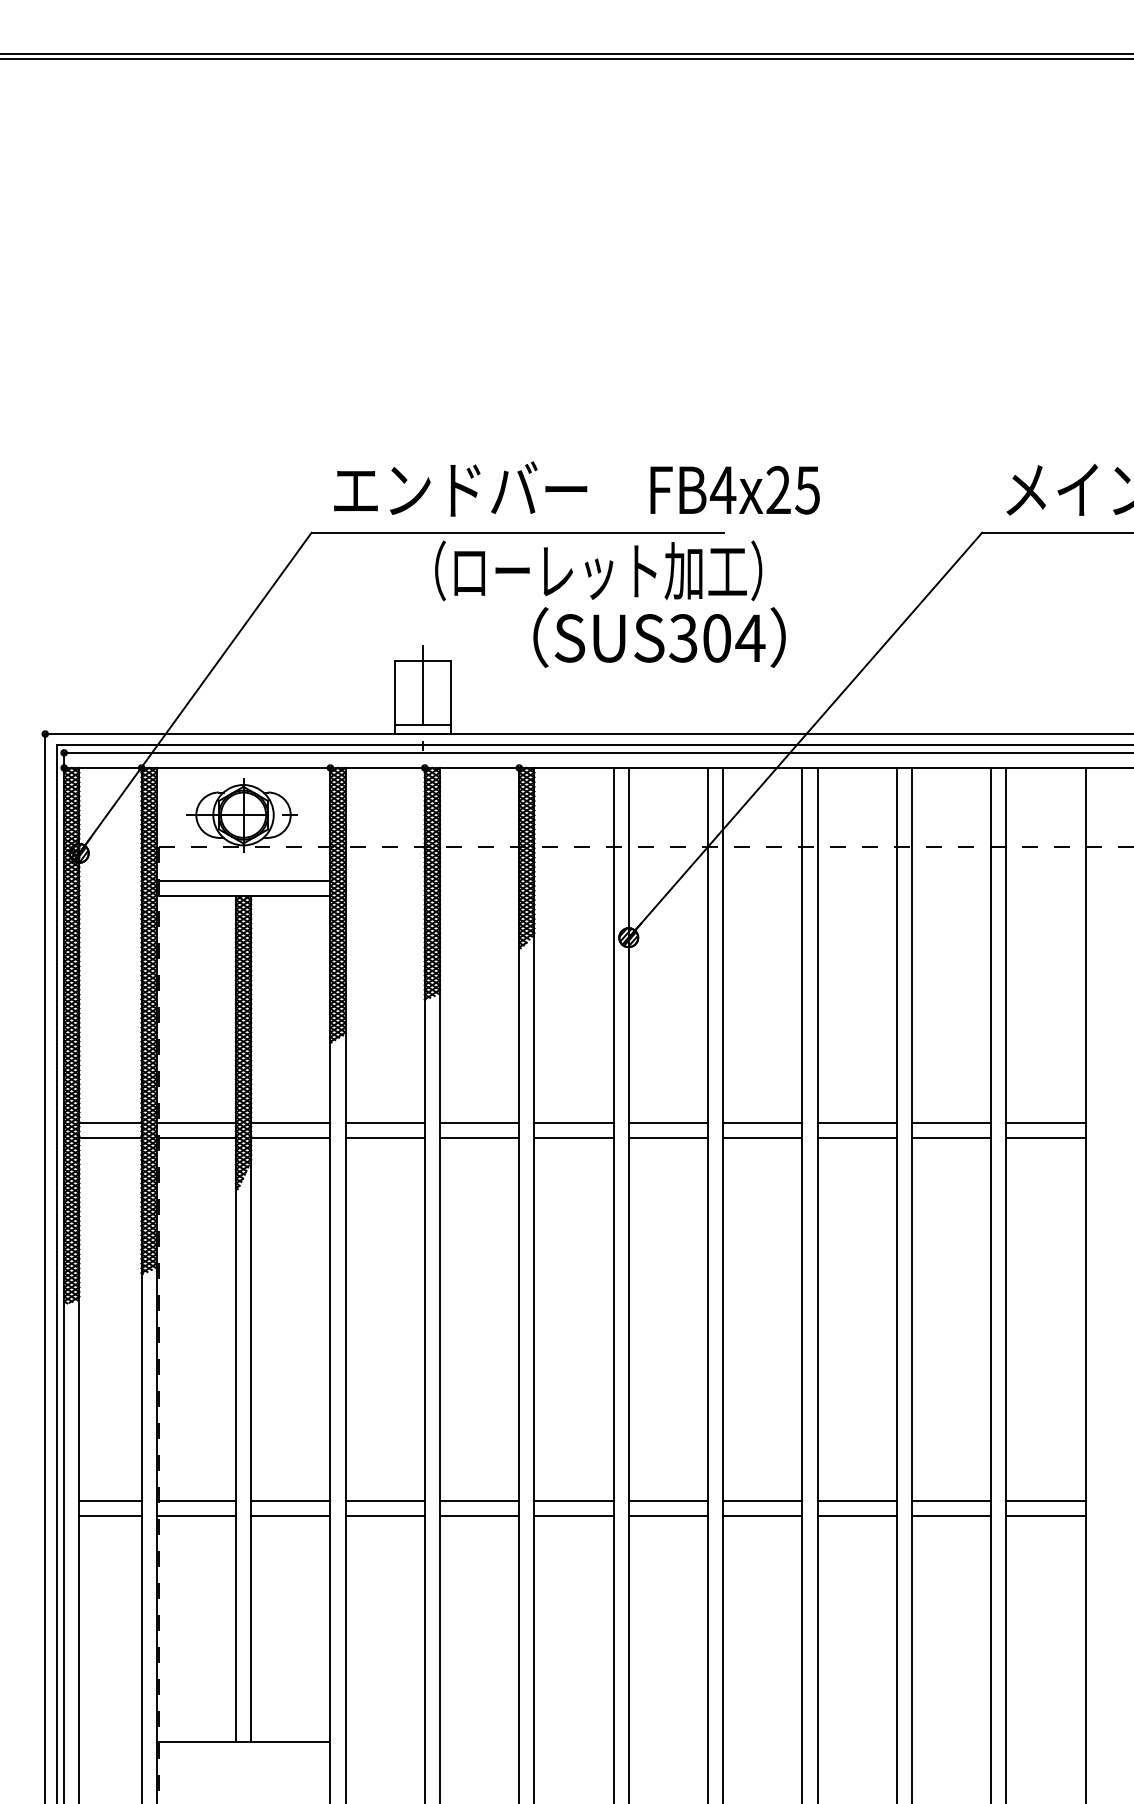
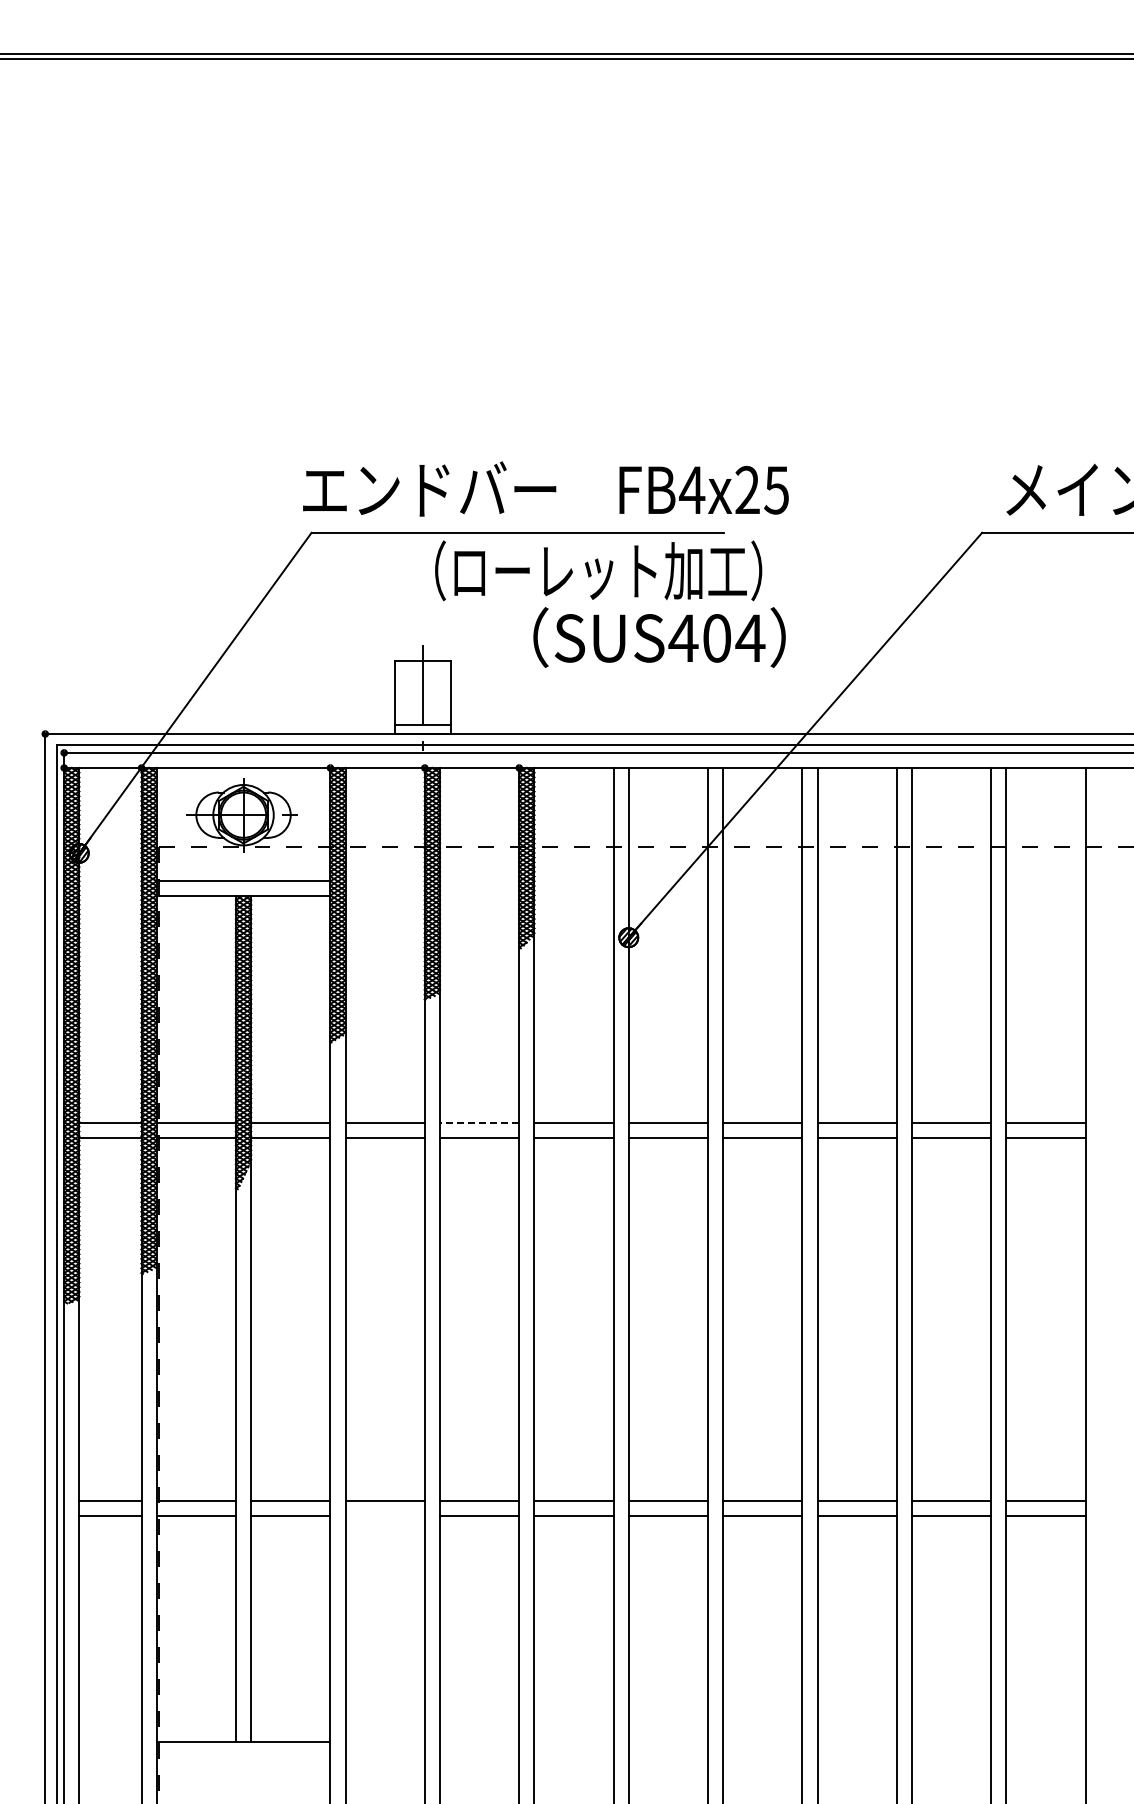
text at (576, 488) position: (576, 488) -> (545, 488)
text at (683, 638): SUS304 -> SUS404
line at (479, 1122): solid -> dashed
line at (384, 1515): present -> none
